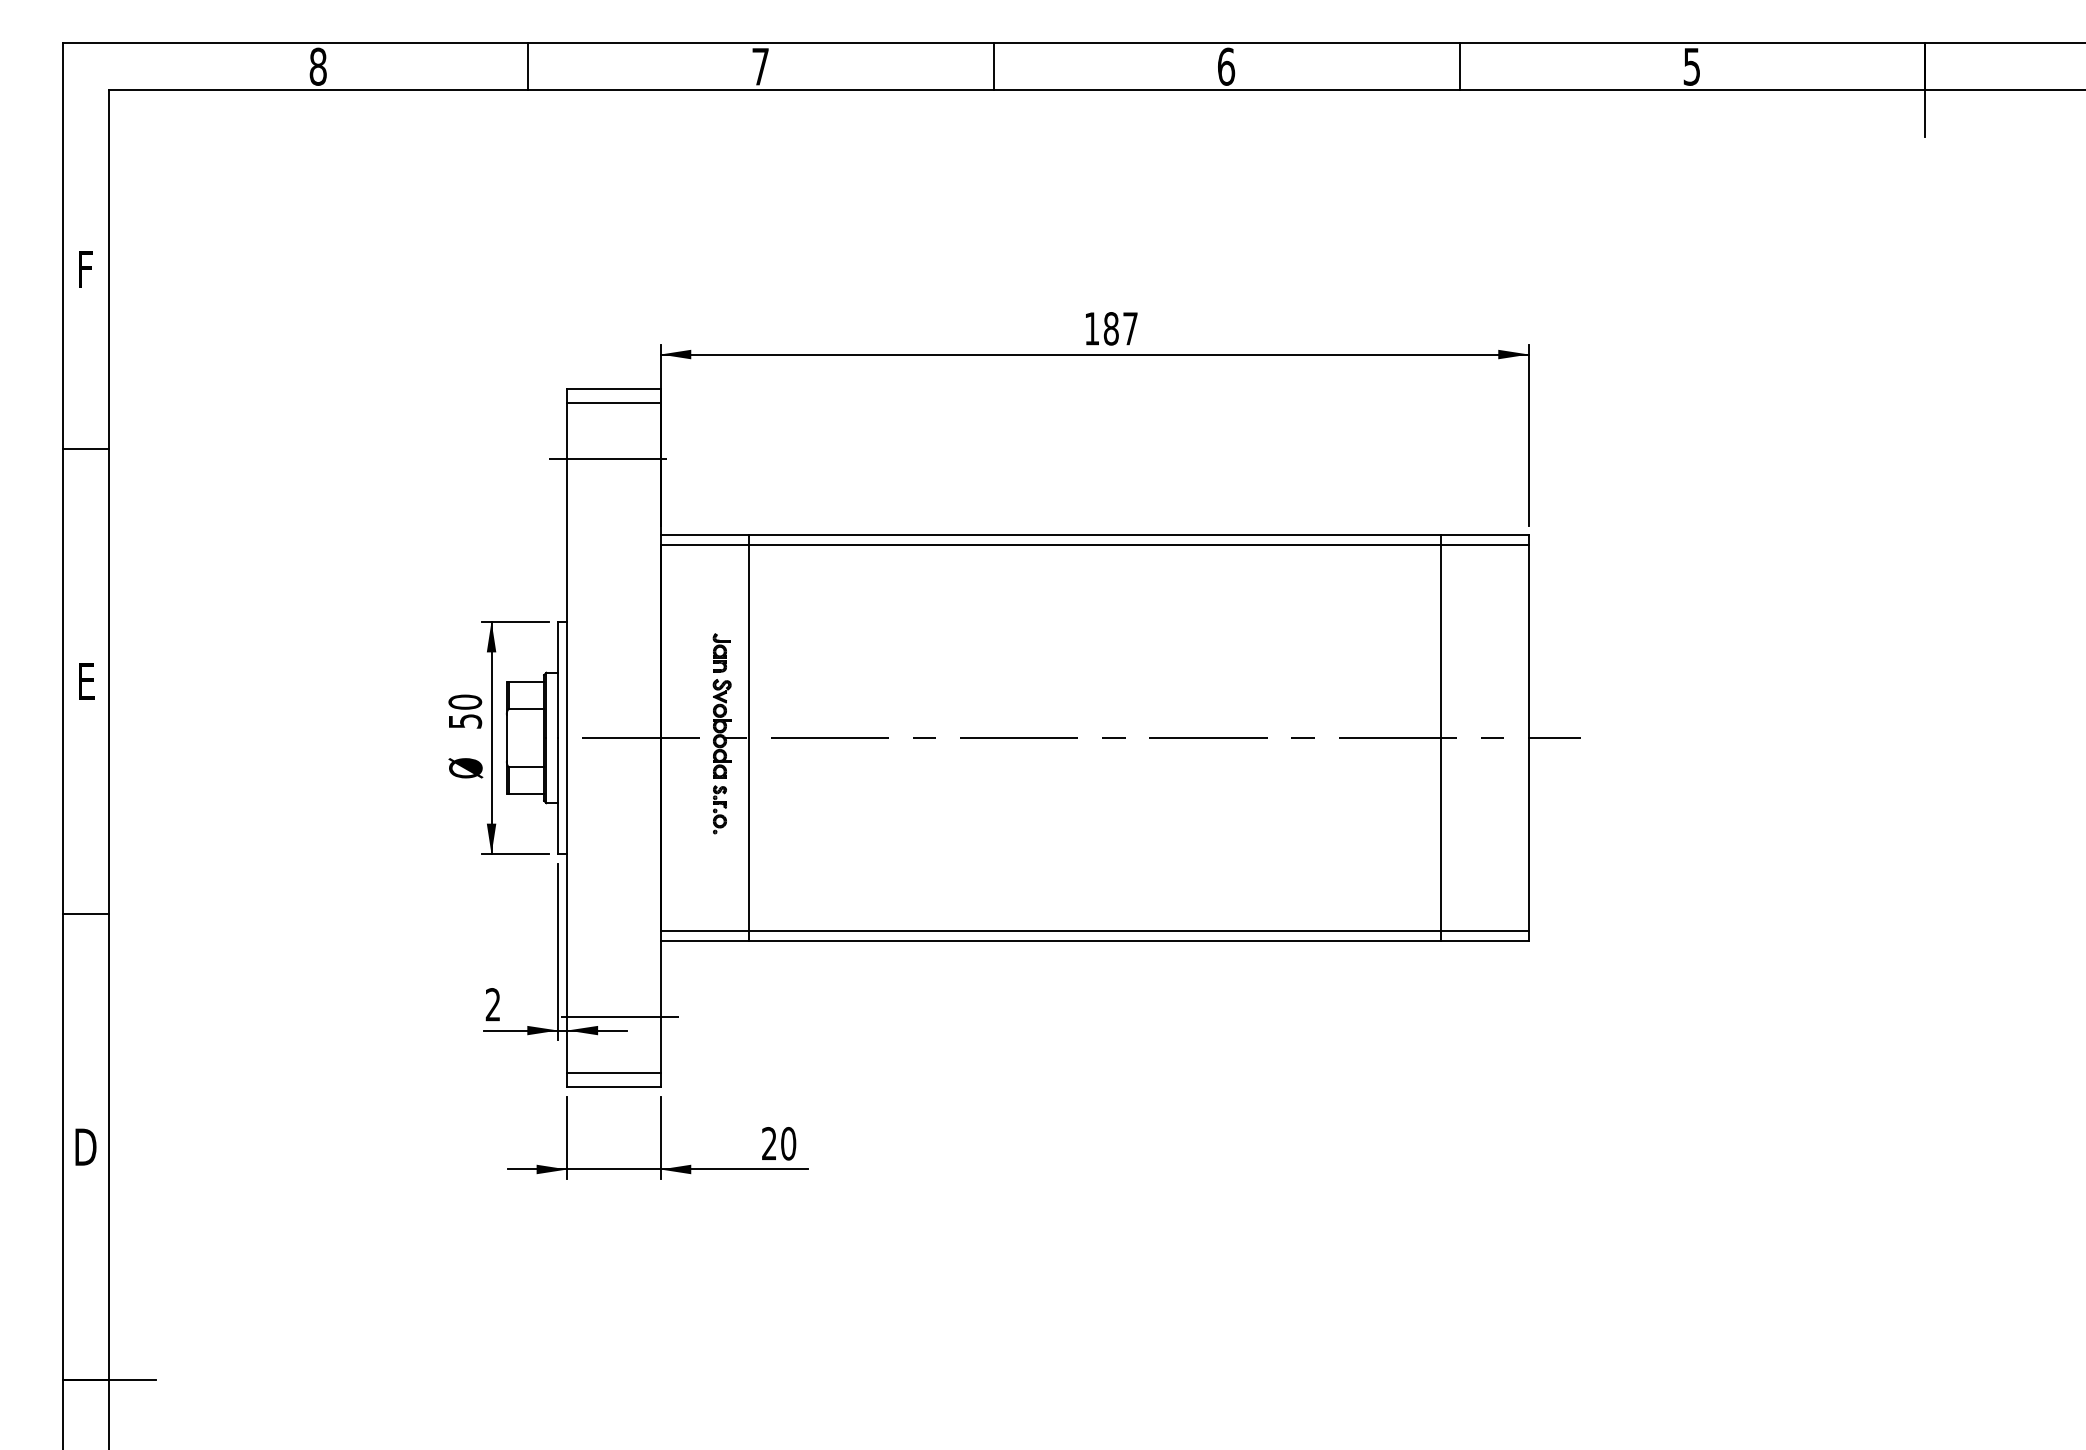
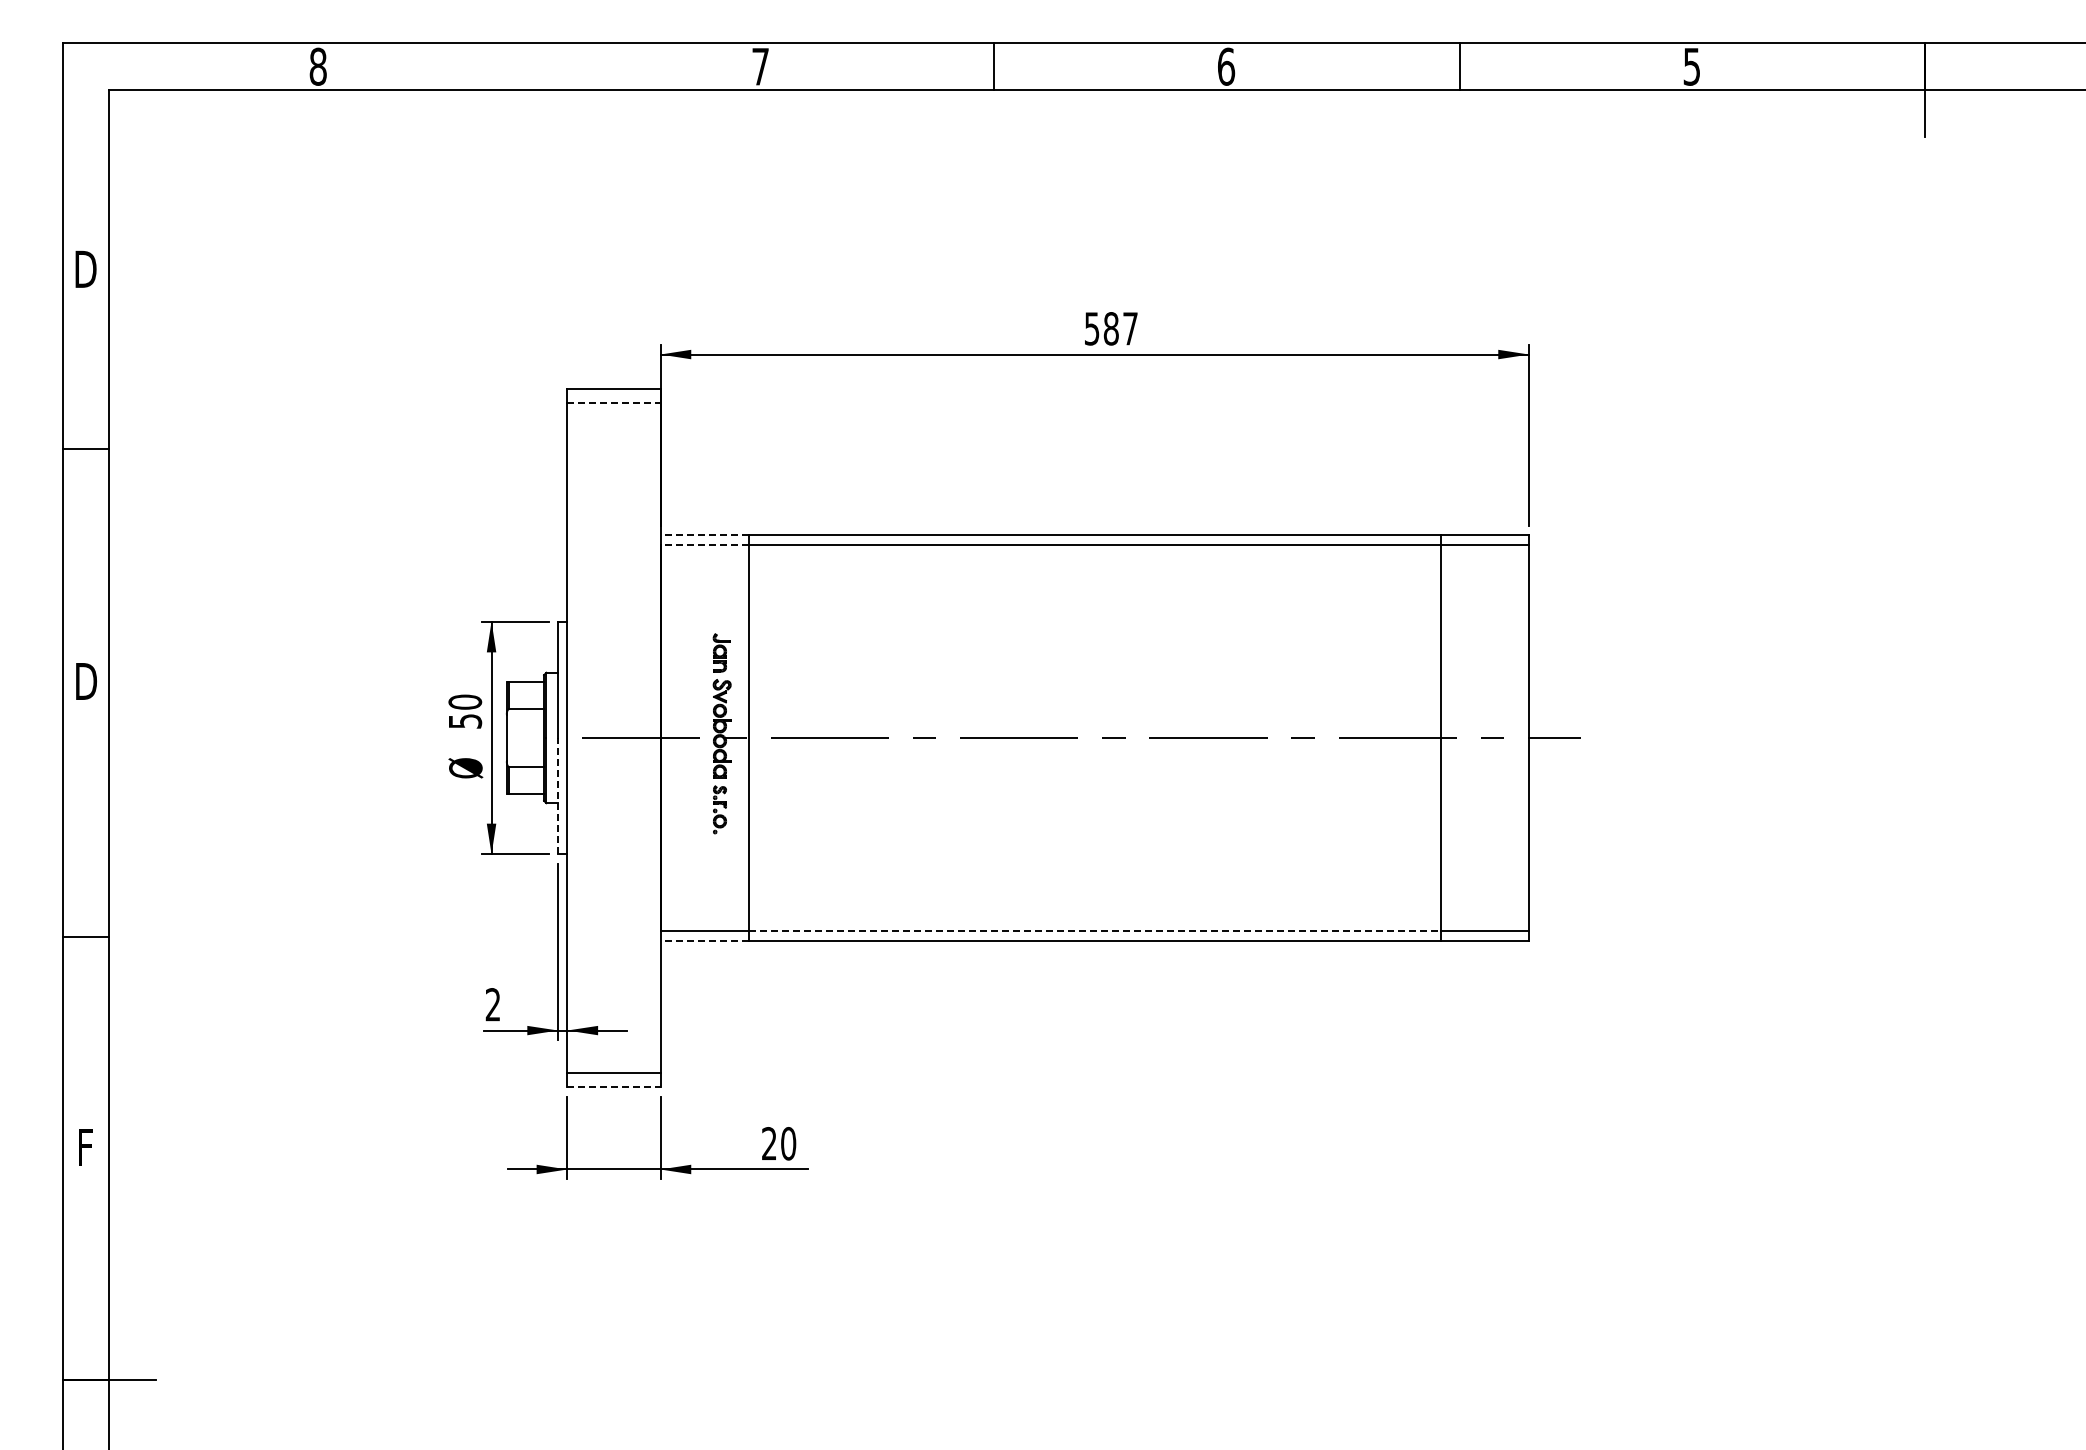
line at (528, 66): present -> none
text at (85, 268): F -> D
text at (1092, 328): 187 -> 587
line at (613, 402): solid -> dashed
line at (613, 458): present -> none
line at (704, 535): solid -> dashed
line at (704, 544): solid -> dashed
text at (86, 681): E -> D
line at (558, 795): solid -> dashed
line at (85, 914) position: (85, 914) -> (85, 937)
line at (1094, 931): solid -> dashed
line at (704, 940): solid -> dashed
line at (613, 1017): present -> none
line at (613, 1087): solid -> dashed
text at (85, 1146): D -> F
